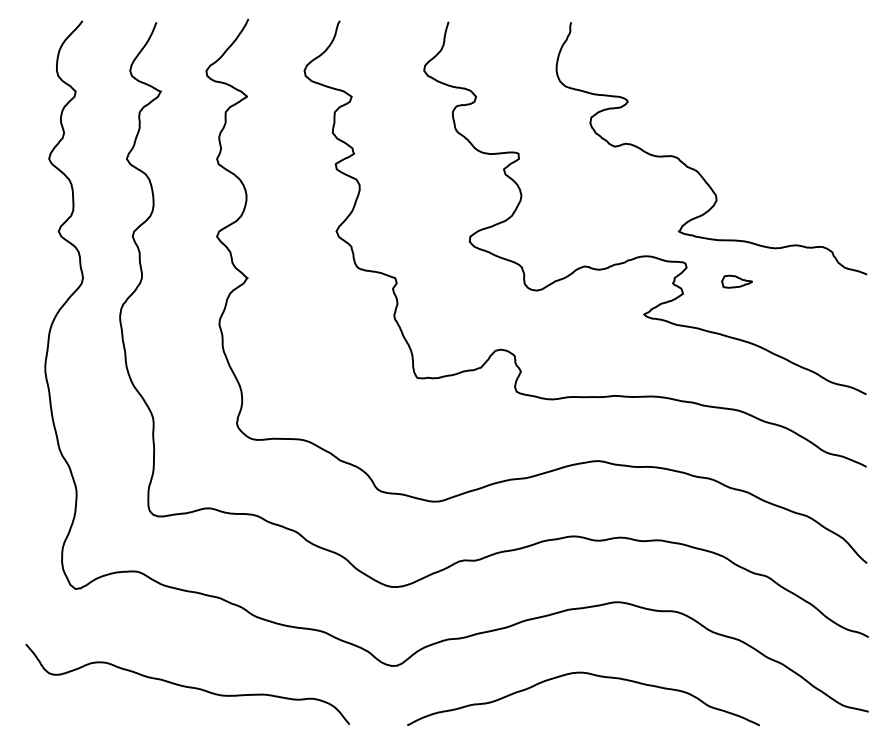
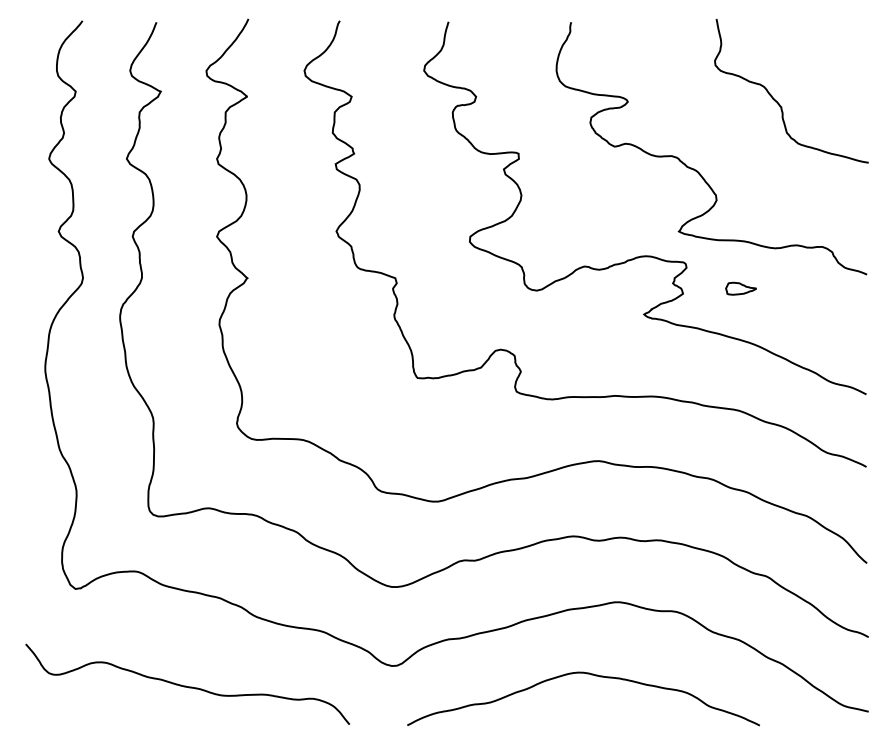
curve at (779, 103): none -> present
part at (736, 281) position: (736, 281) -> (740, 288)
